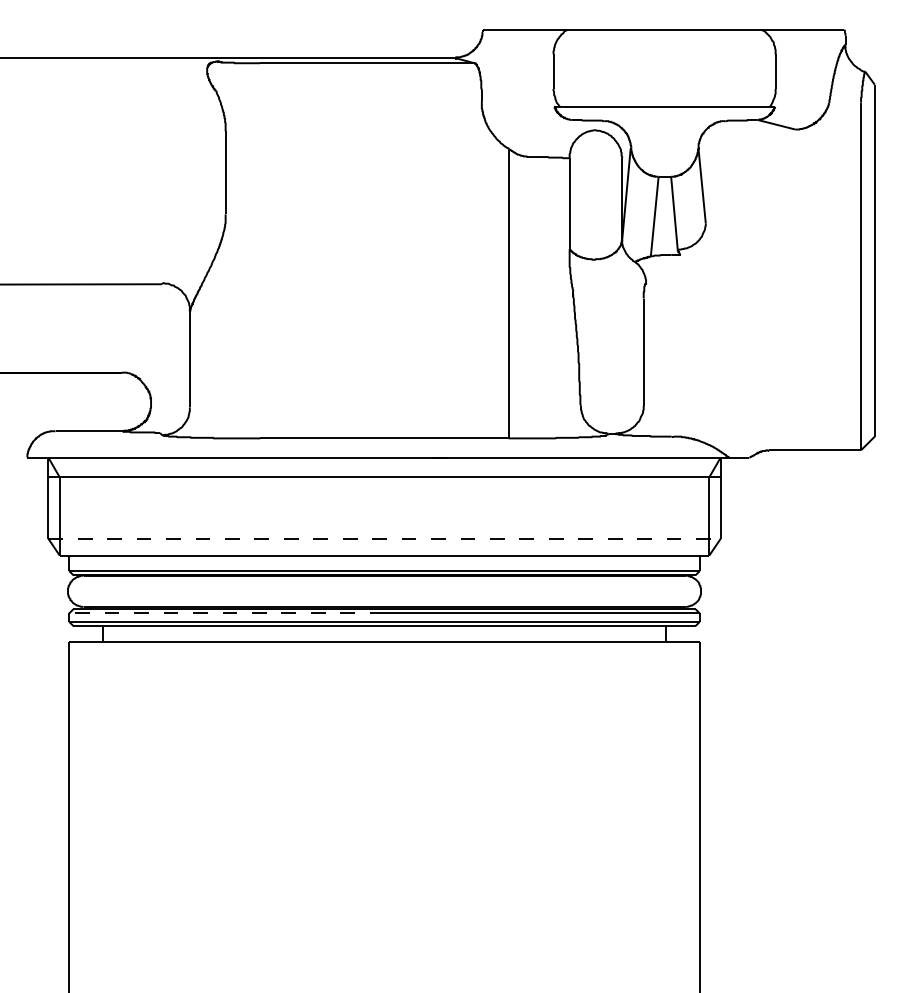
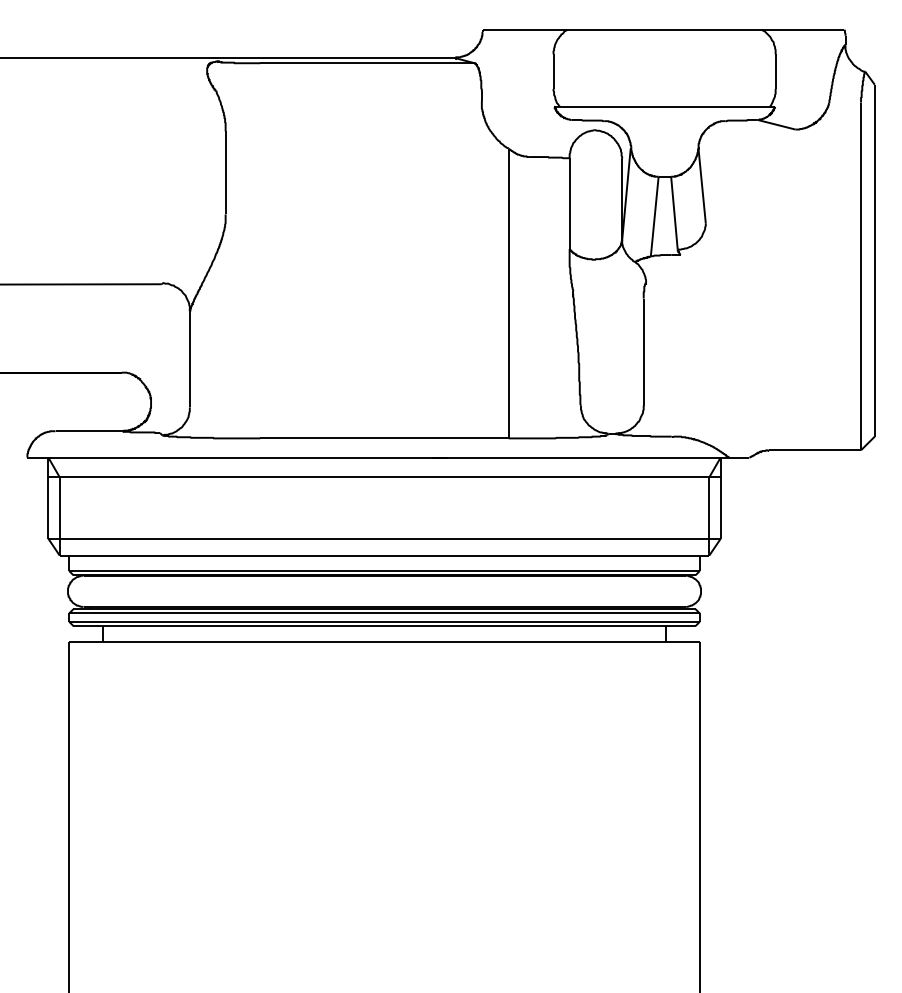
line at (385, 538): dashed -> solid
line at (226, 613): dashed -> solid
